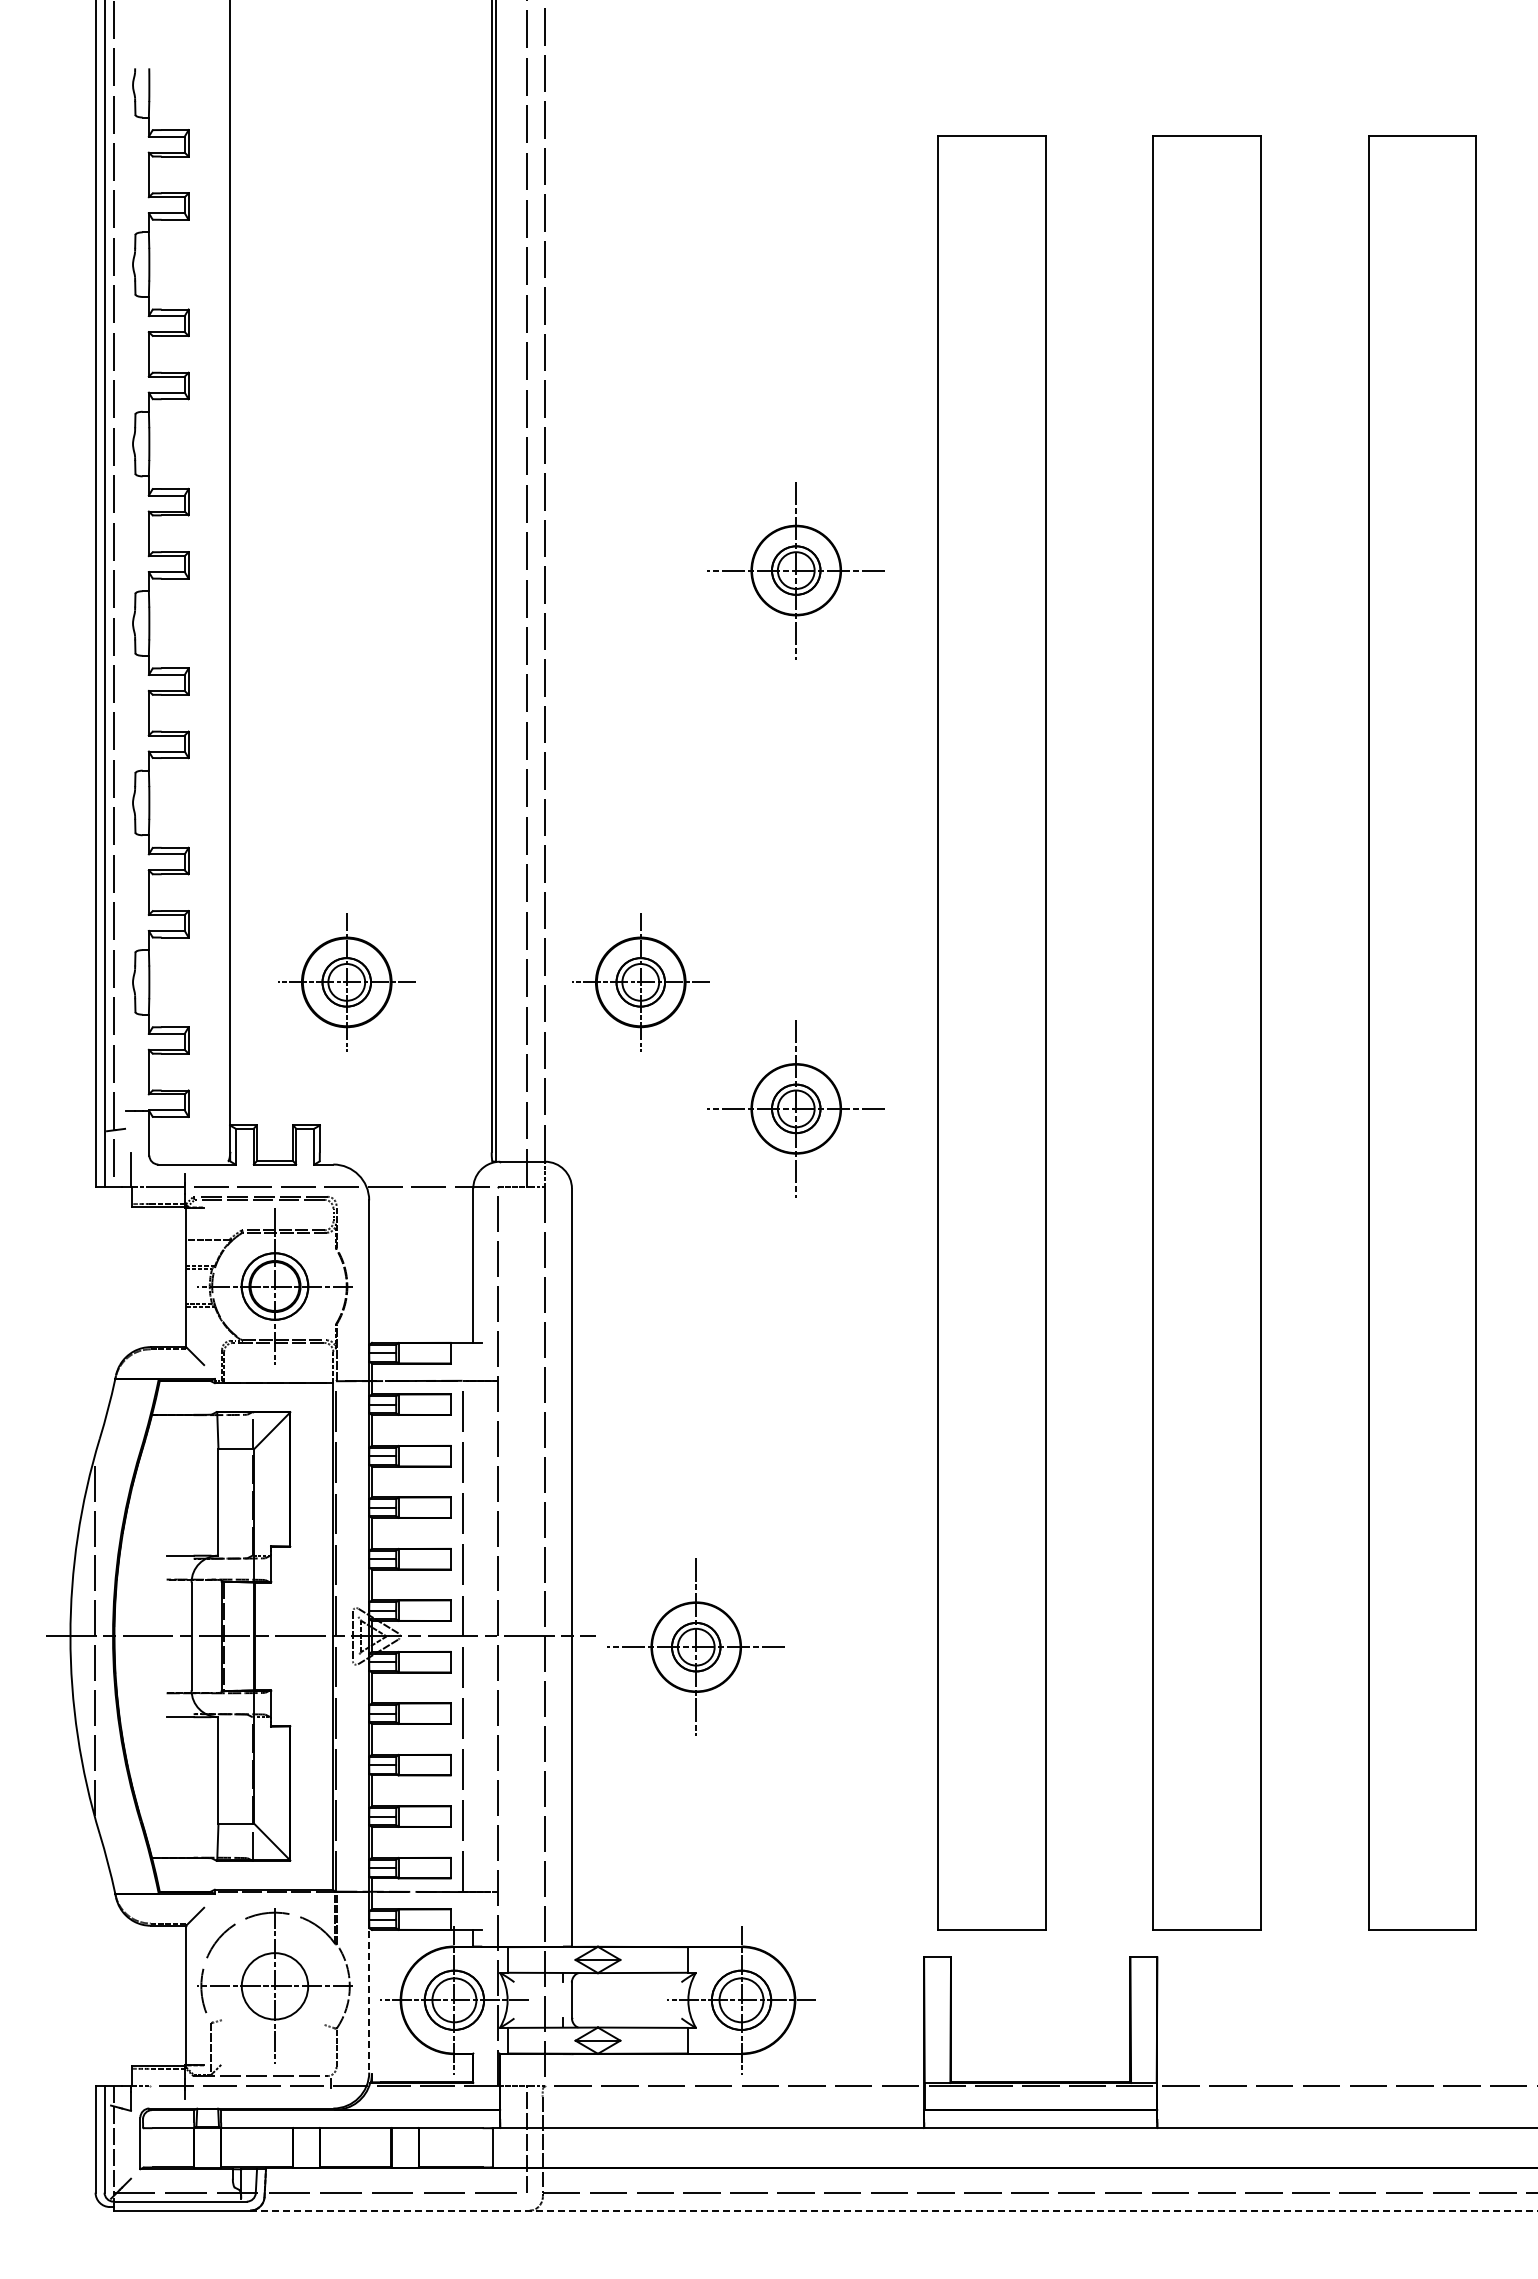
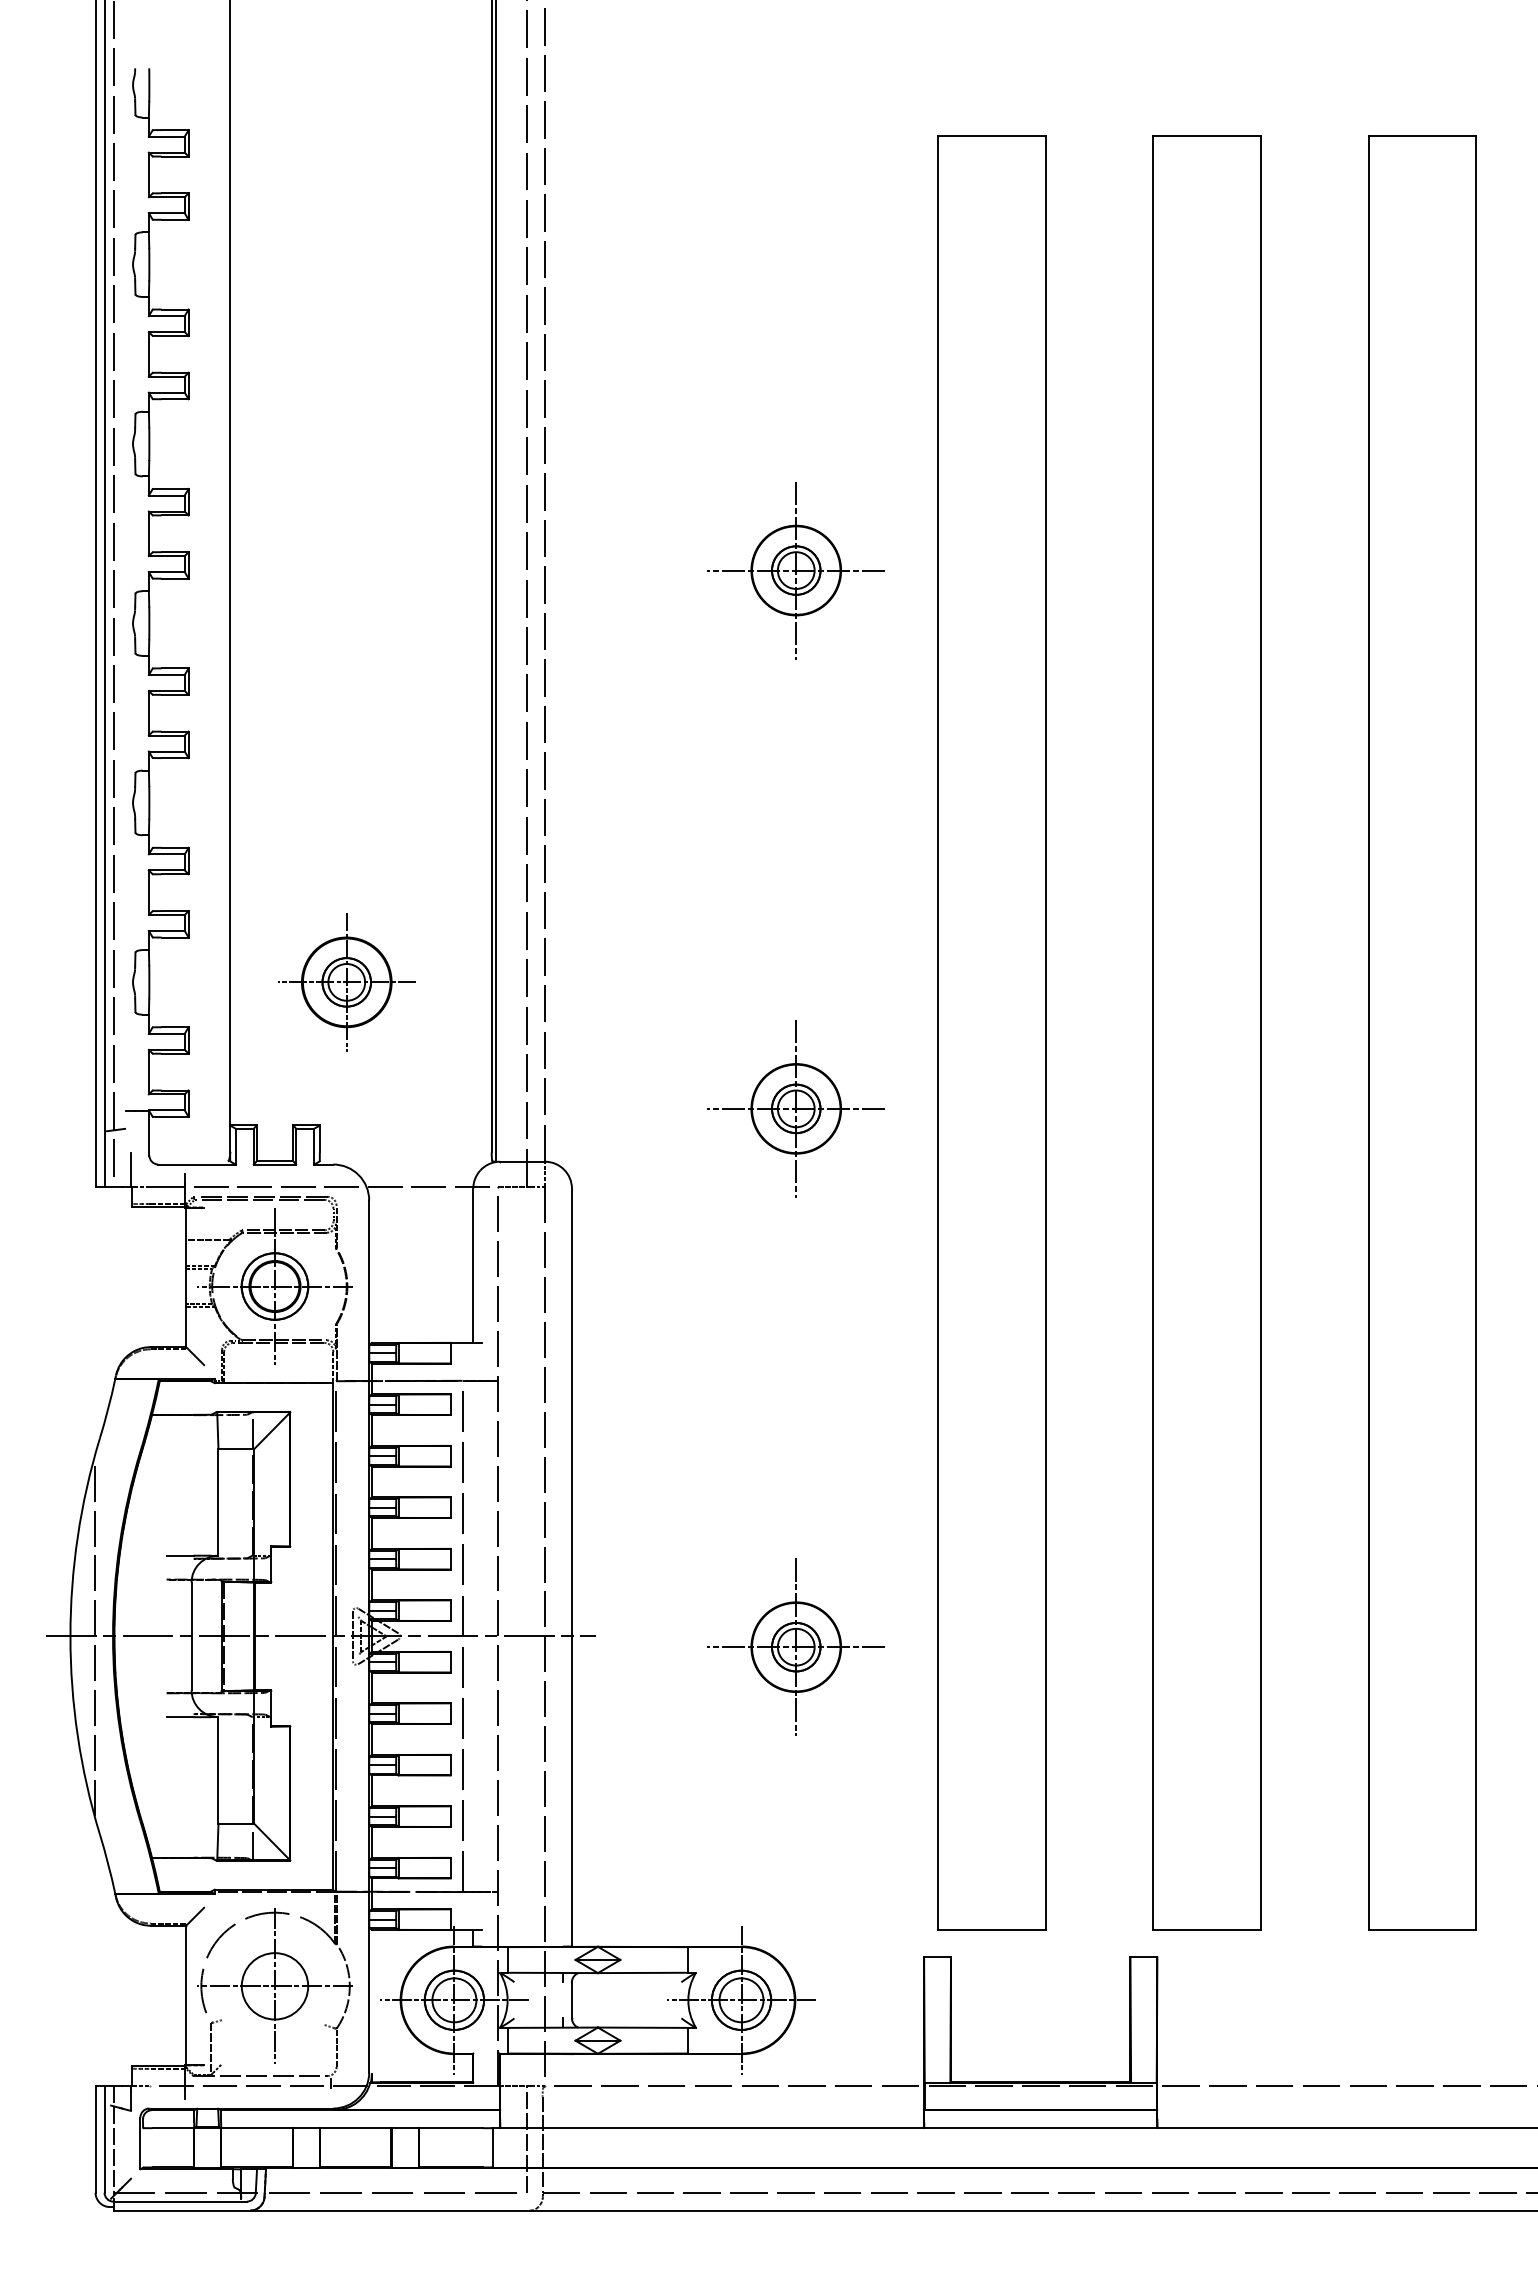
part at (640, 982): present -> none
part at (695, 1646) position: (695, 1646) -> (795, 1646)
line at (369, 1996): dashed -> solid
line at (894, 2210): dashed -> solid
